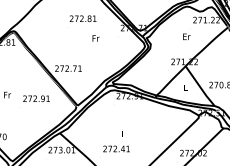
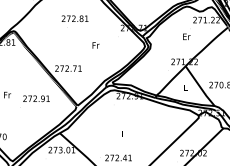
text at (82, 18) position: (82, 18) -> (74, 18)
text at (95, 38) position: (95, 38) -> (95, 45)
text at (116, 148) position: (116, 148) -> (118, 157)
